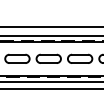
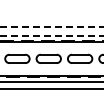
line at (51, 27): solid -> dashed
line at (51, 35): solid -> dashed
